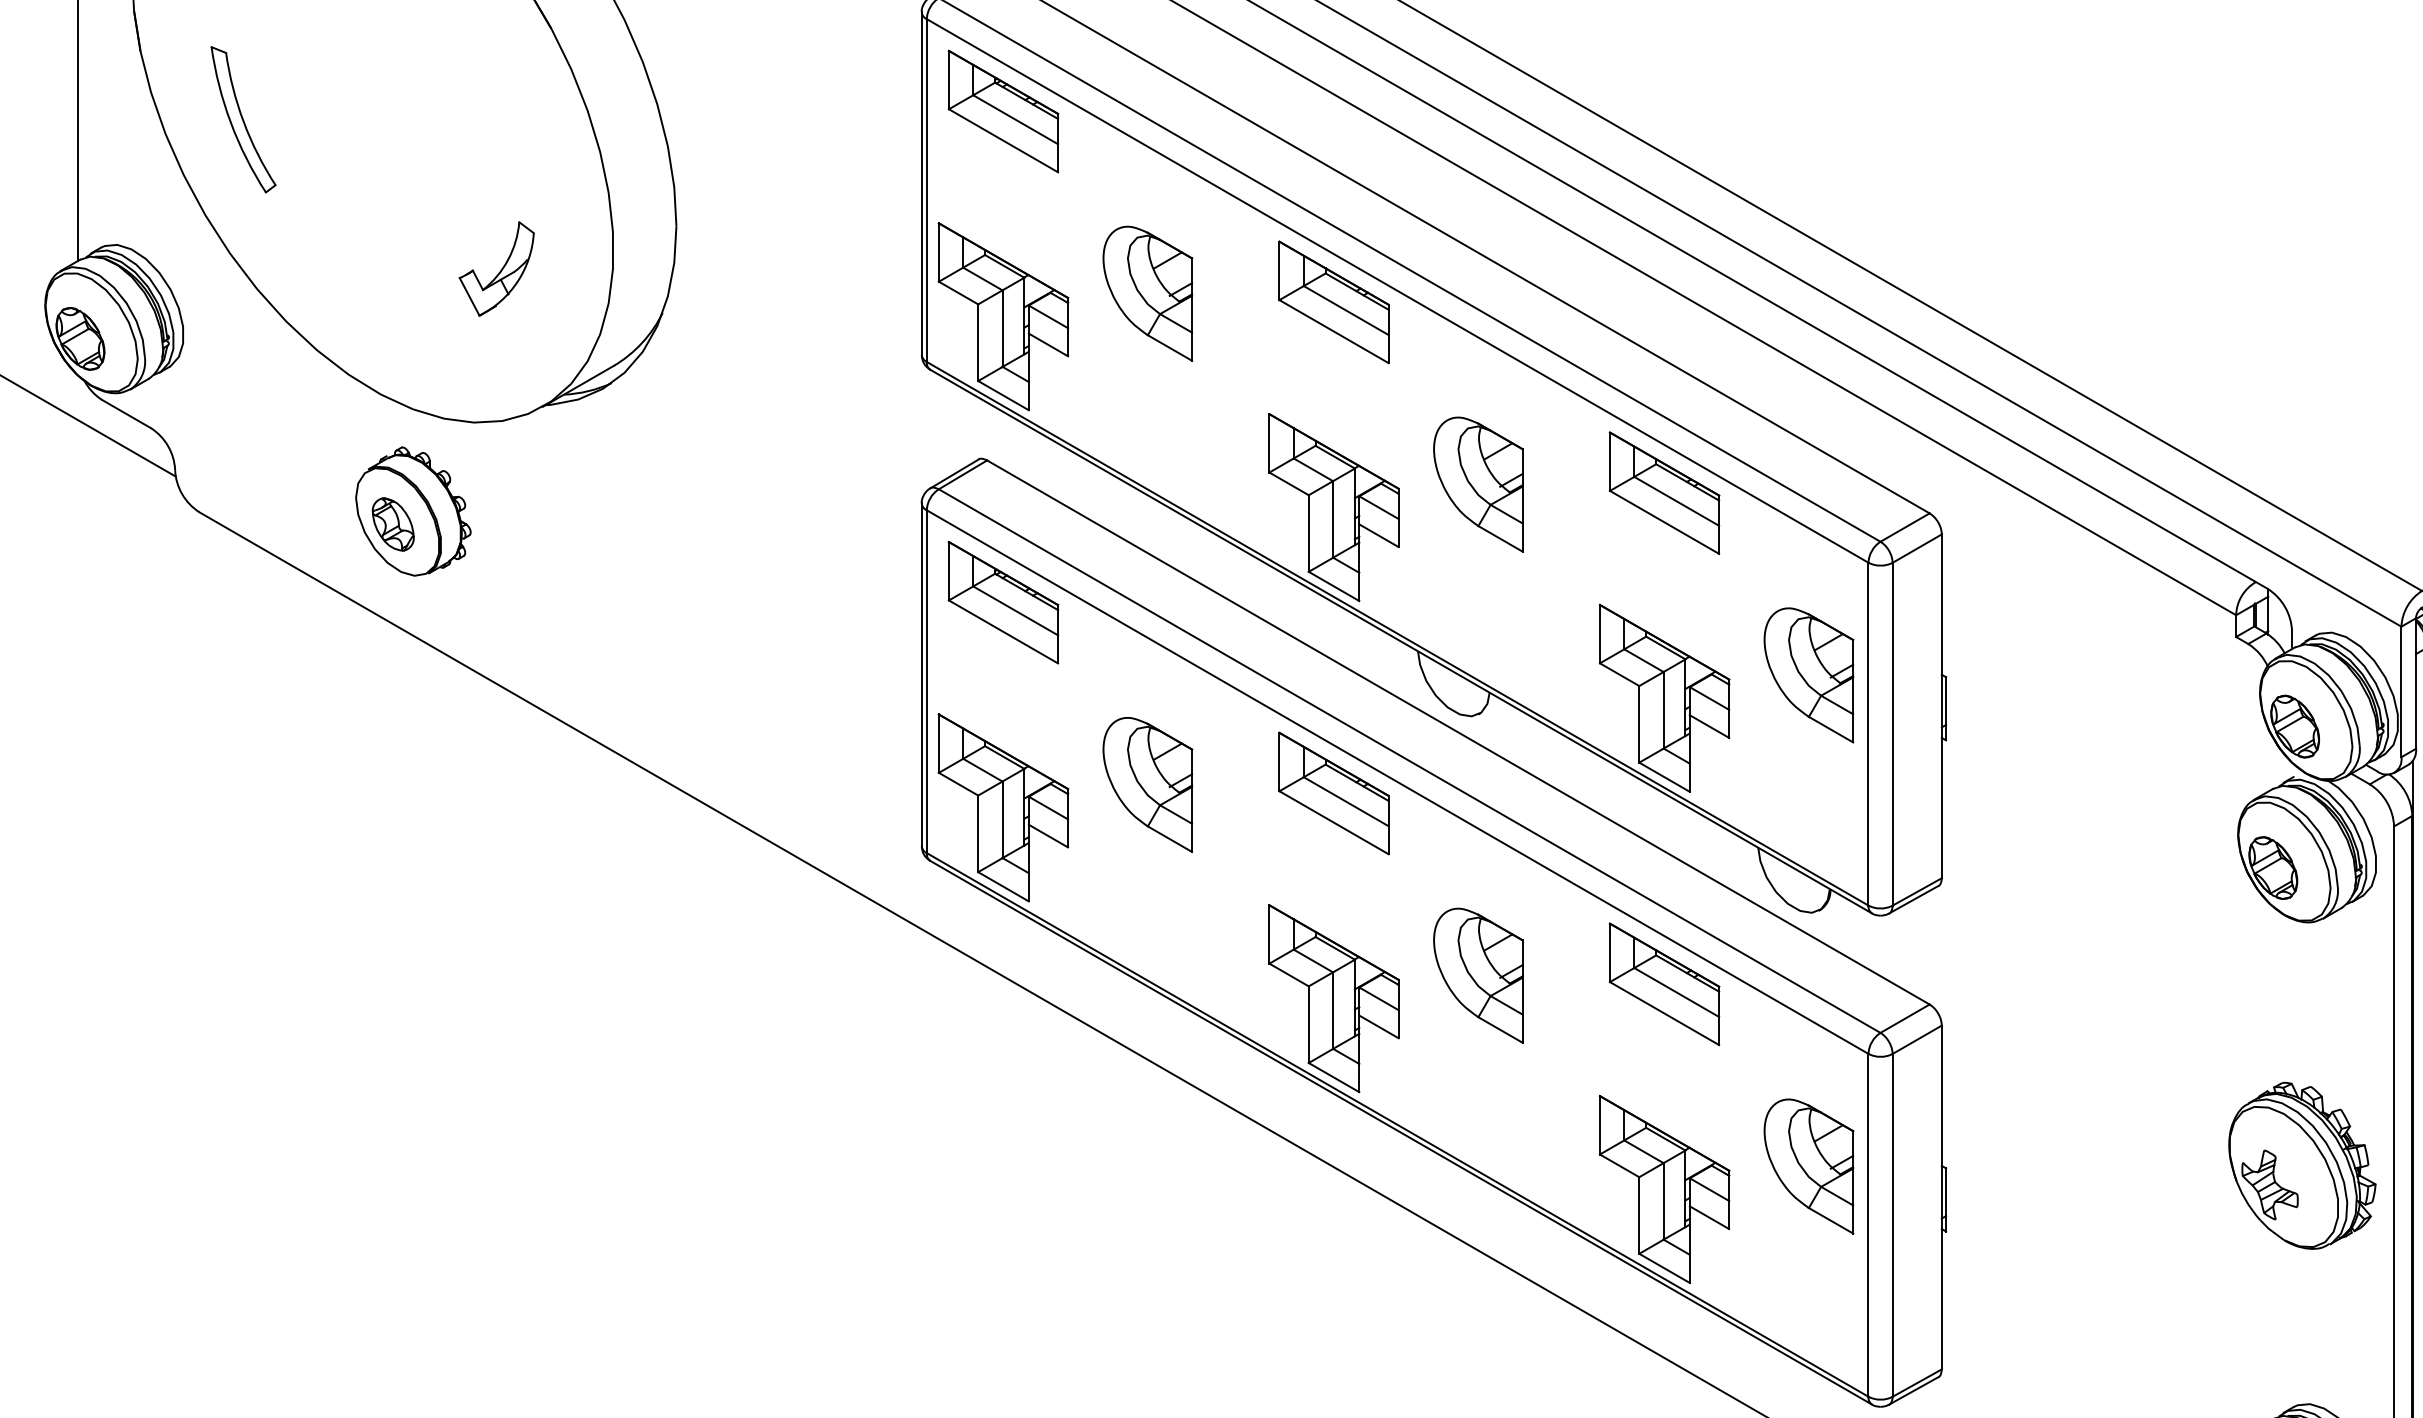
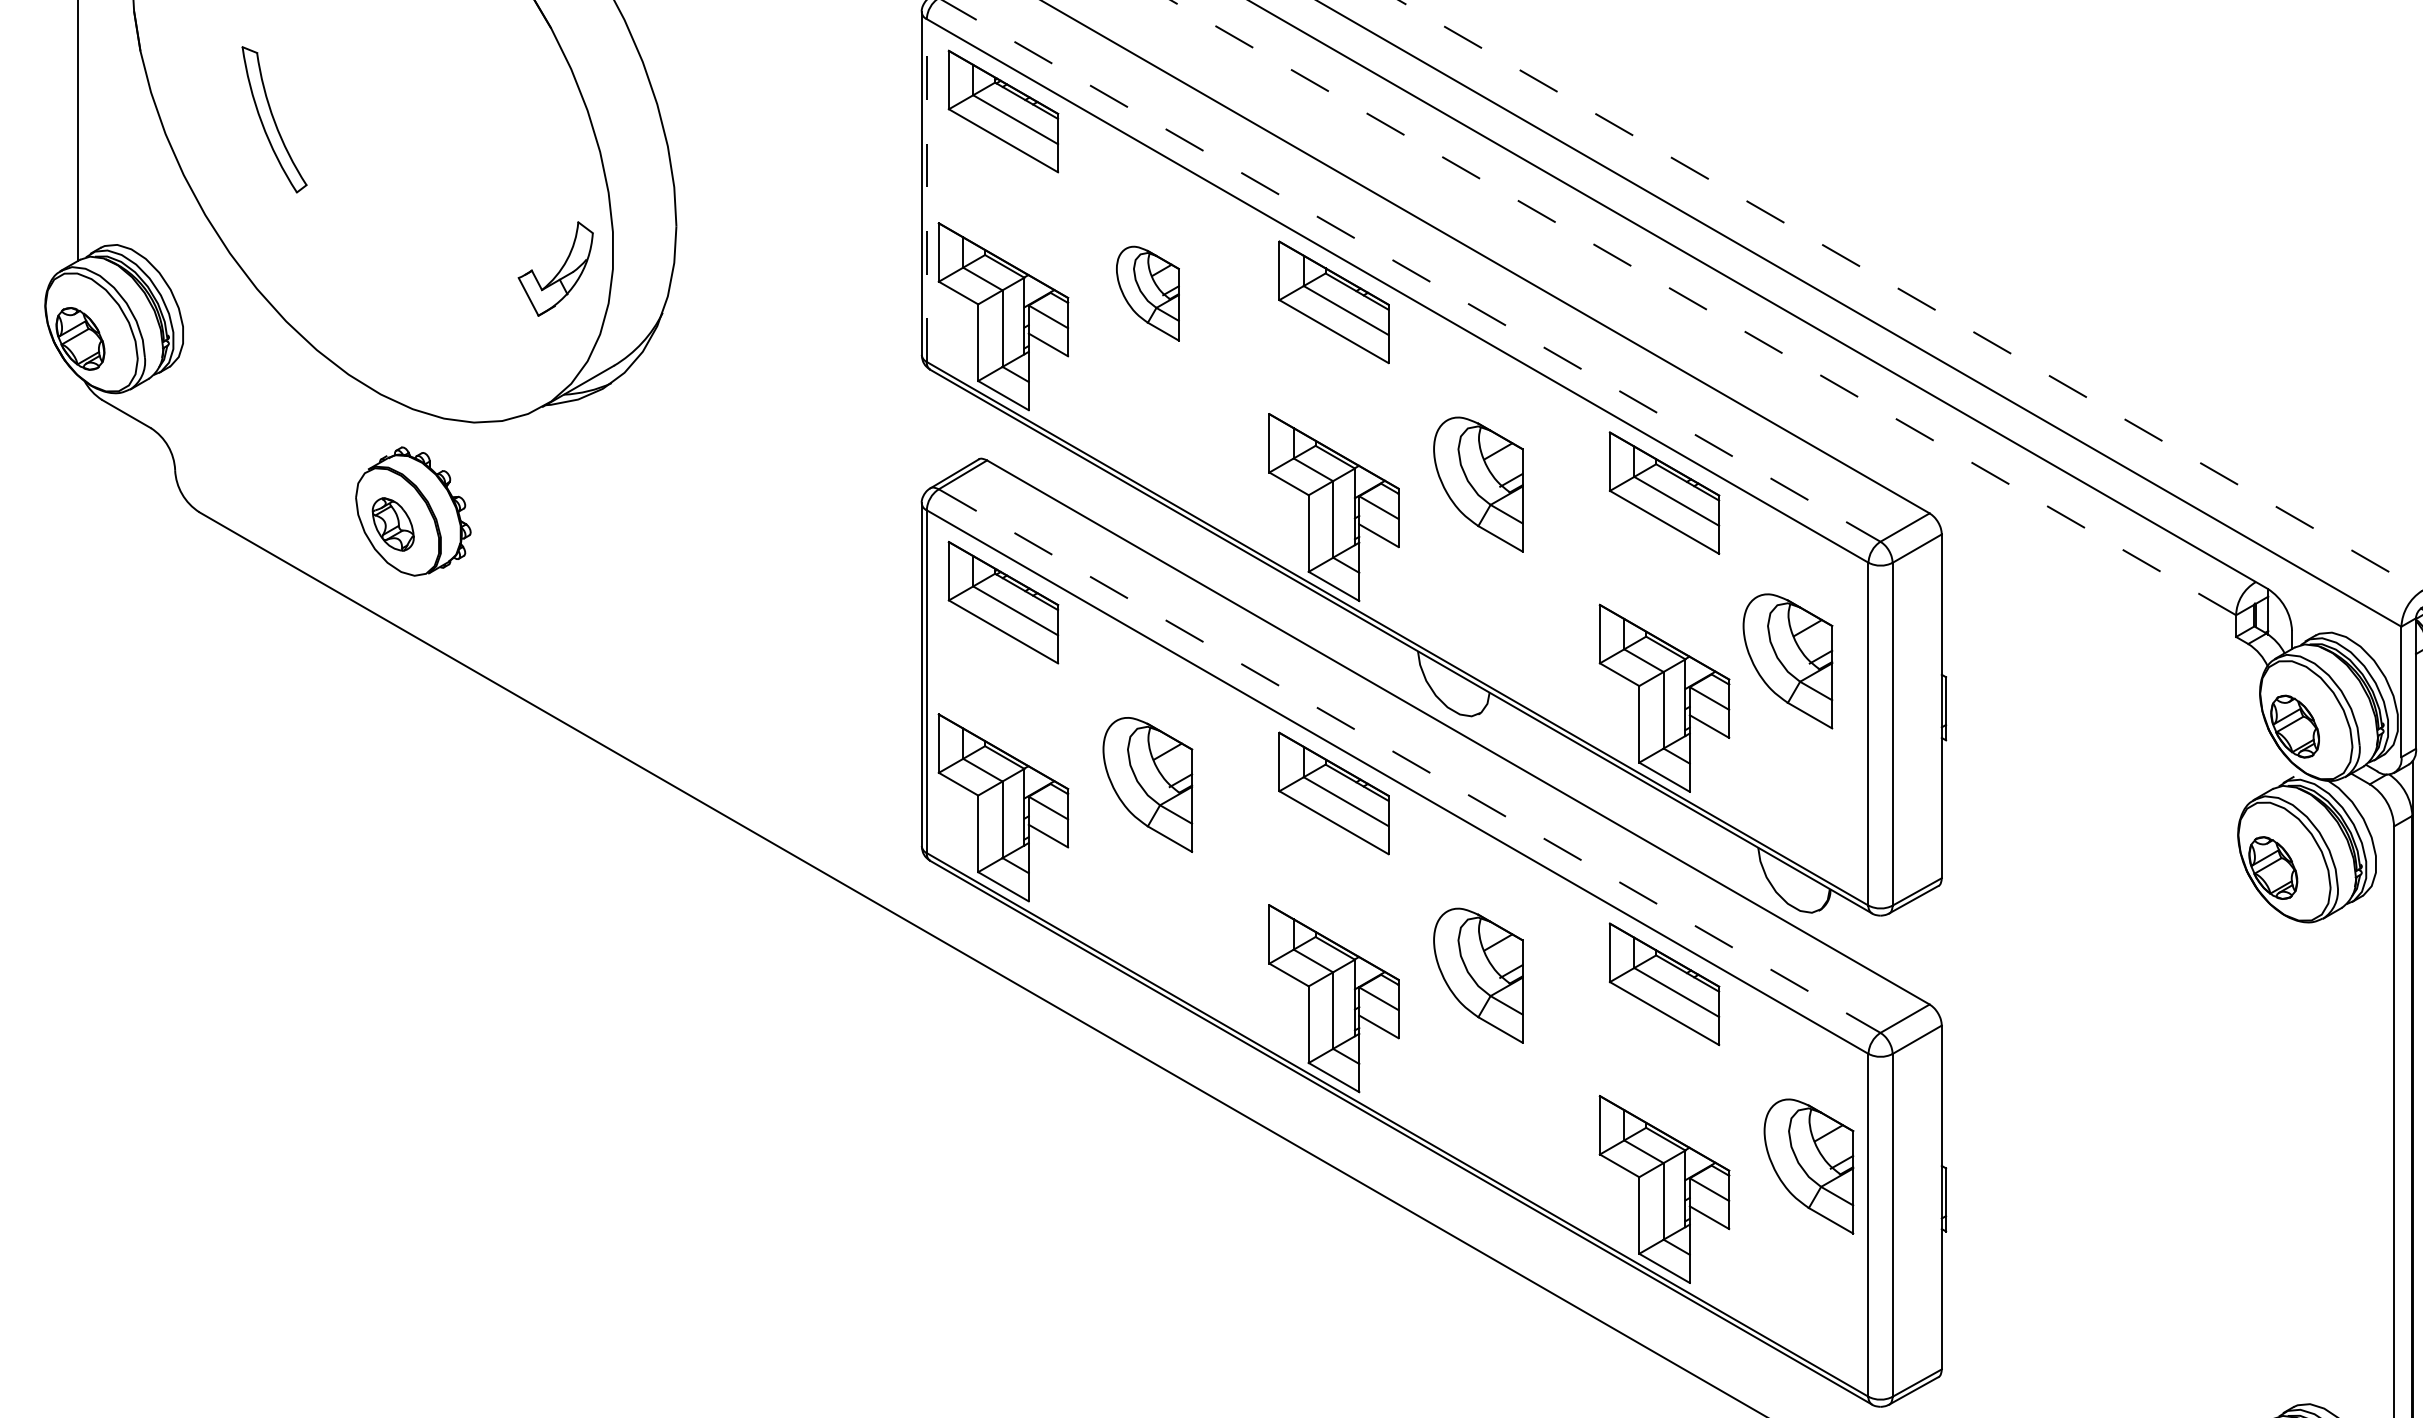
part at (243, 119) position: (243, 119) -> (274, 119)
line at (926, 190): solid -> dashed
part at (496, 268) position: (496, 268) -> (555, 268)
line at (1411, 270): solid -> dashed
part at (1147, 293) size: 92x137 px -> 64x97 px
line at (1910, 295): solid -> dashed
line at (1703, 307): solid -> dashed
line at (88, 426): present -> none
part at (1808, 675) position: (1808, 675) -> (1787, 661)
line at (1409, 761): solid -> dashed
part at (2302, 1165): present -> none
